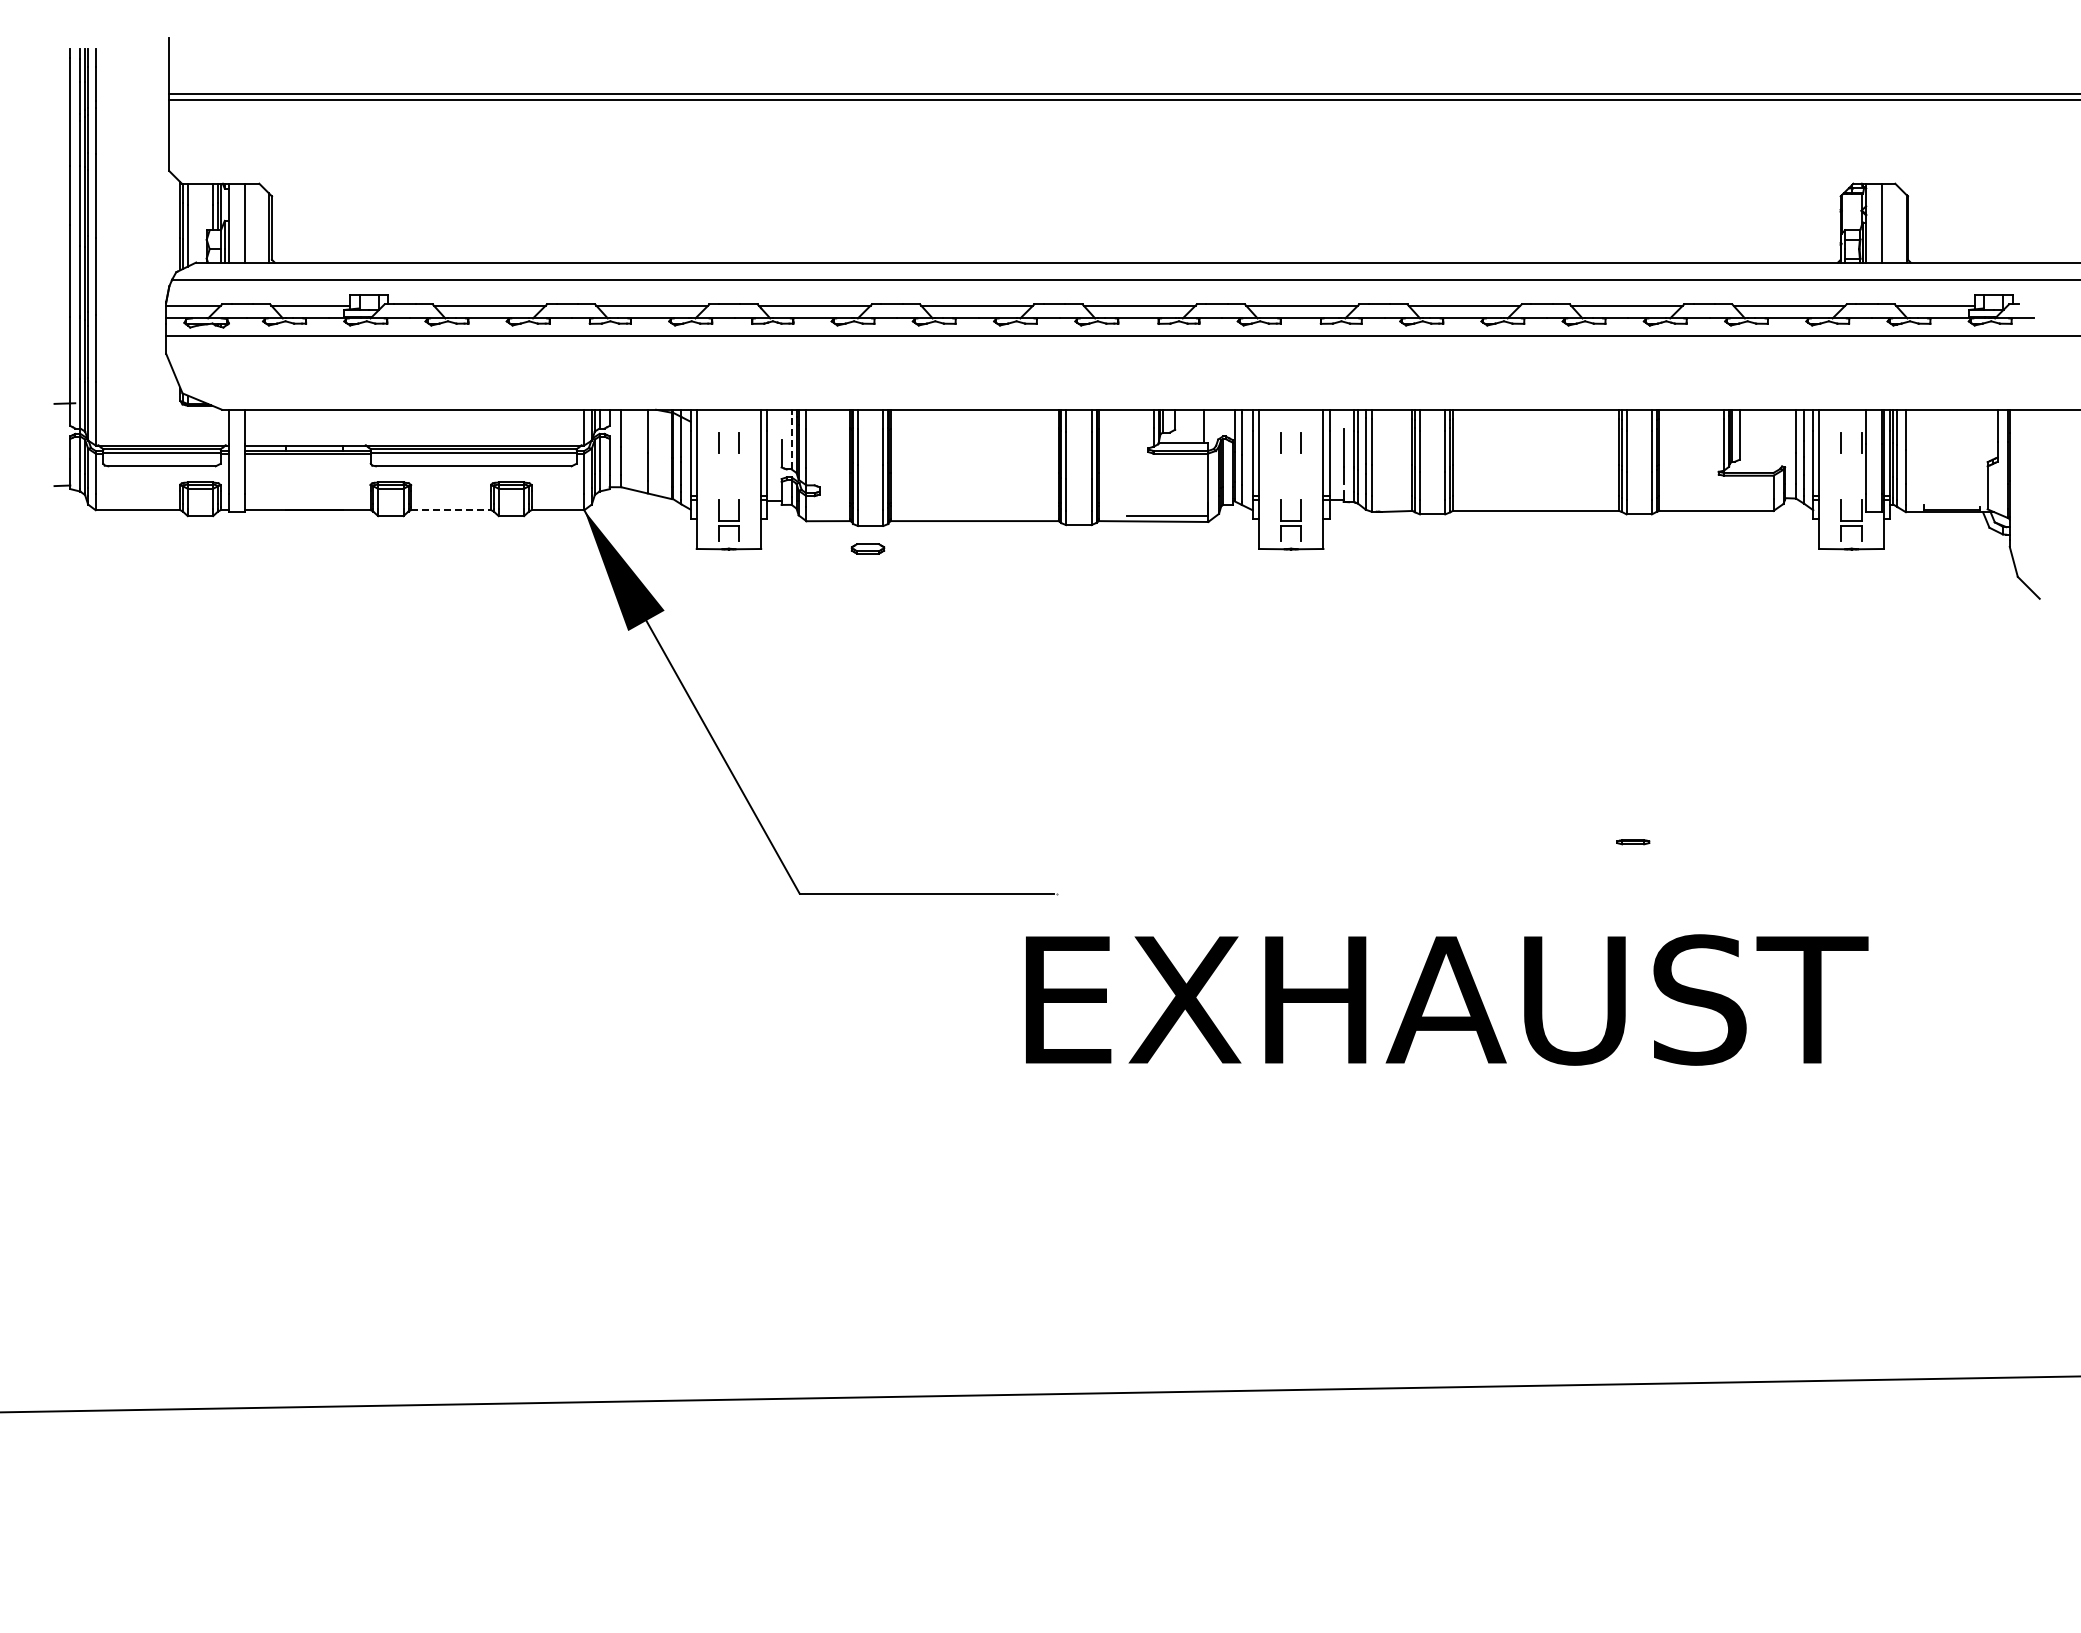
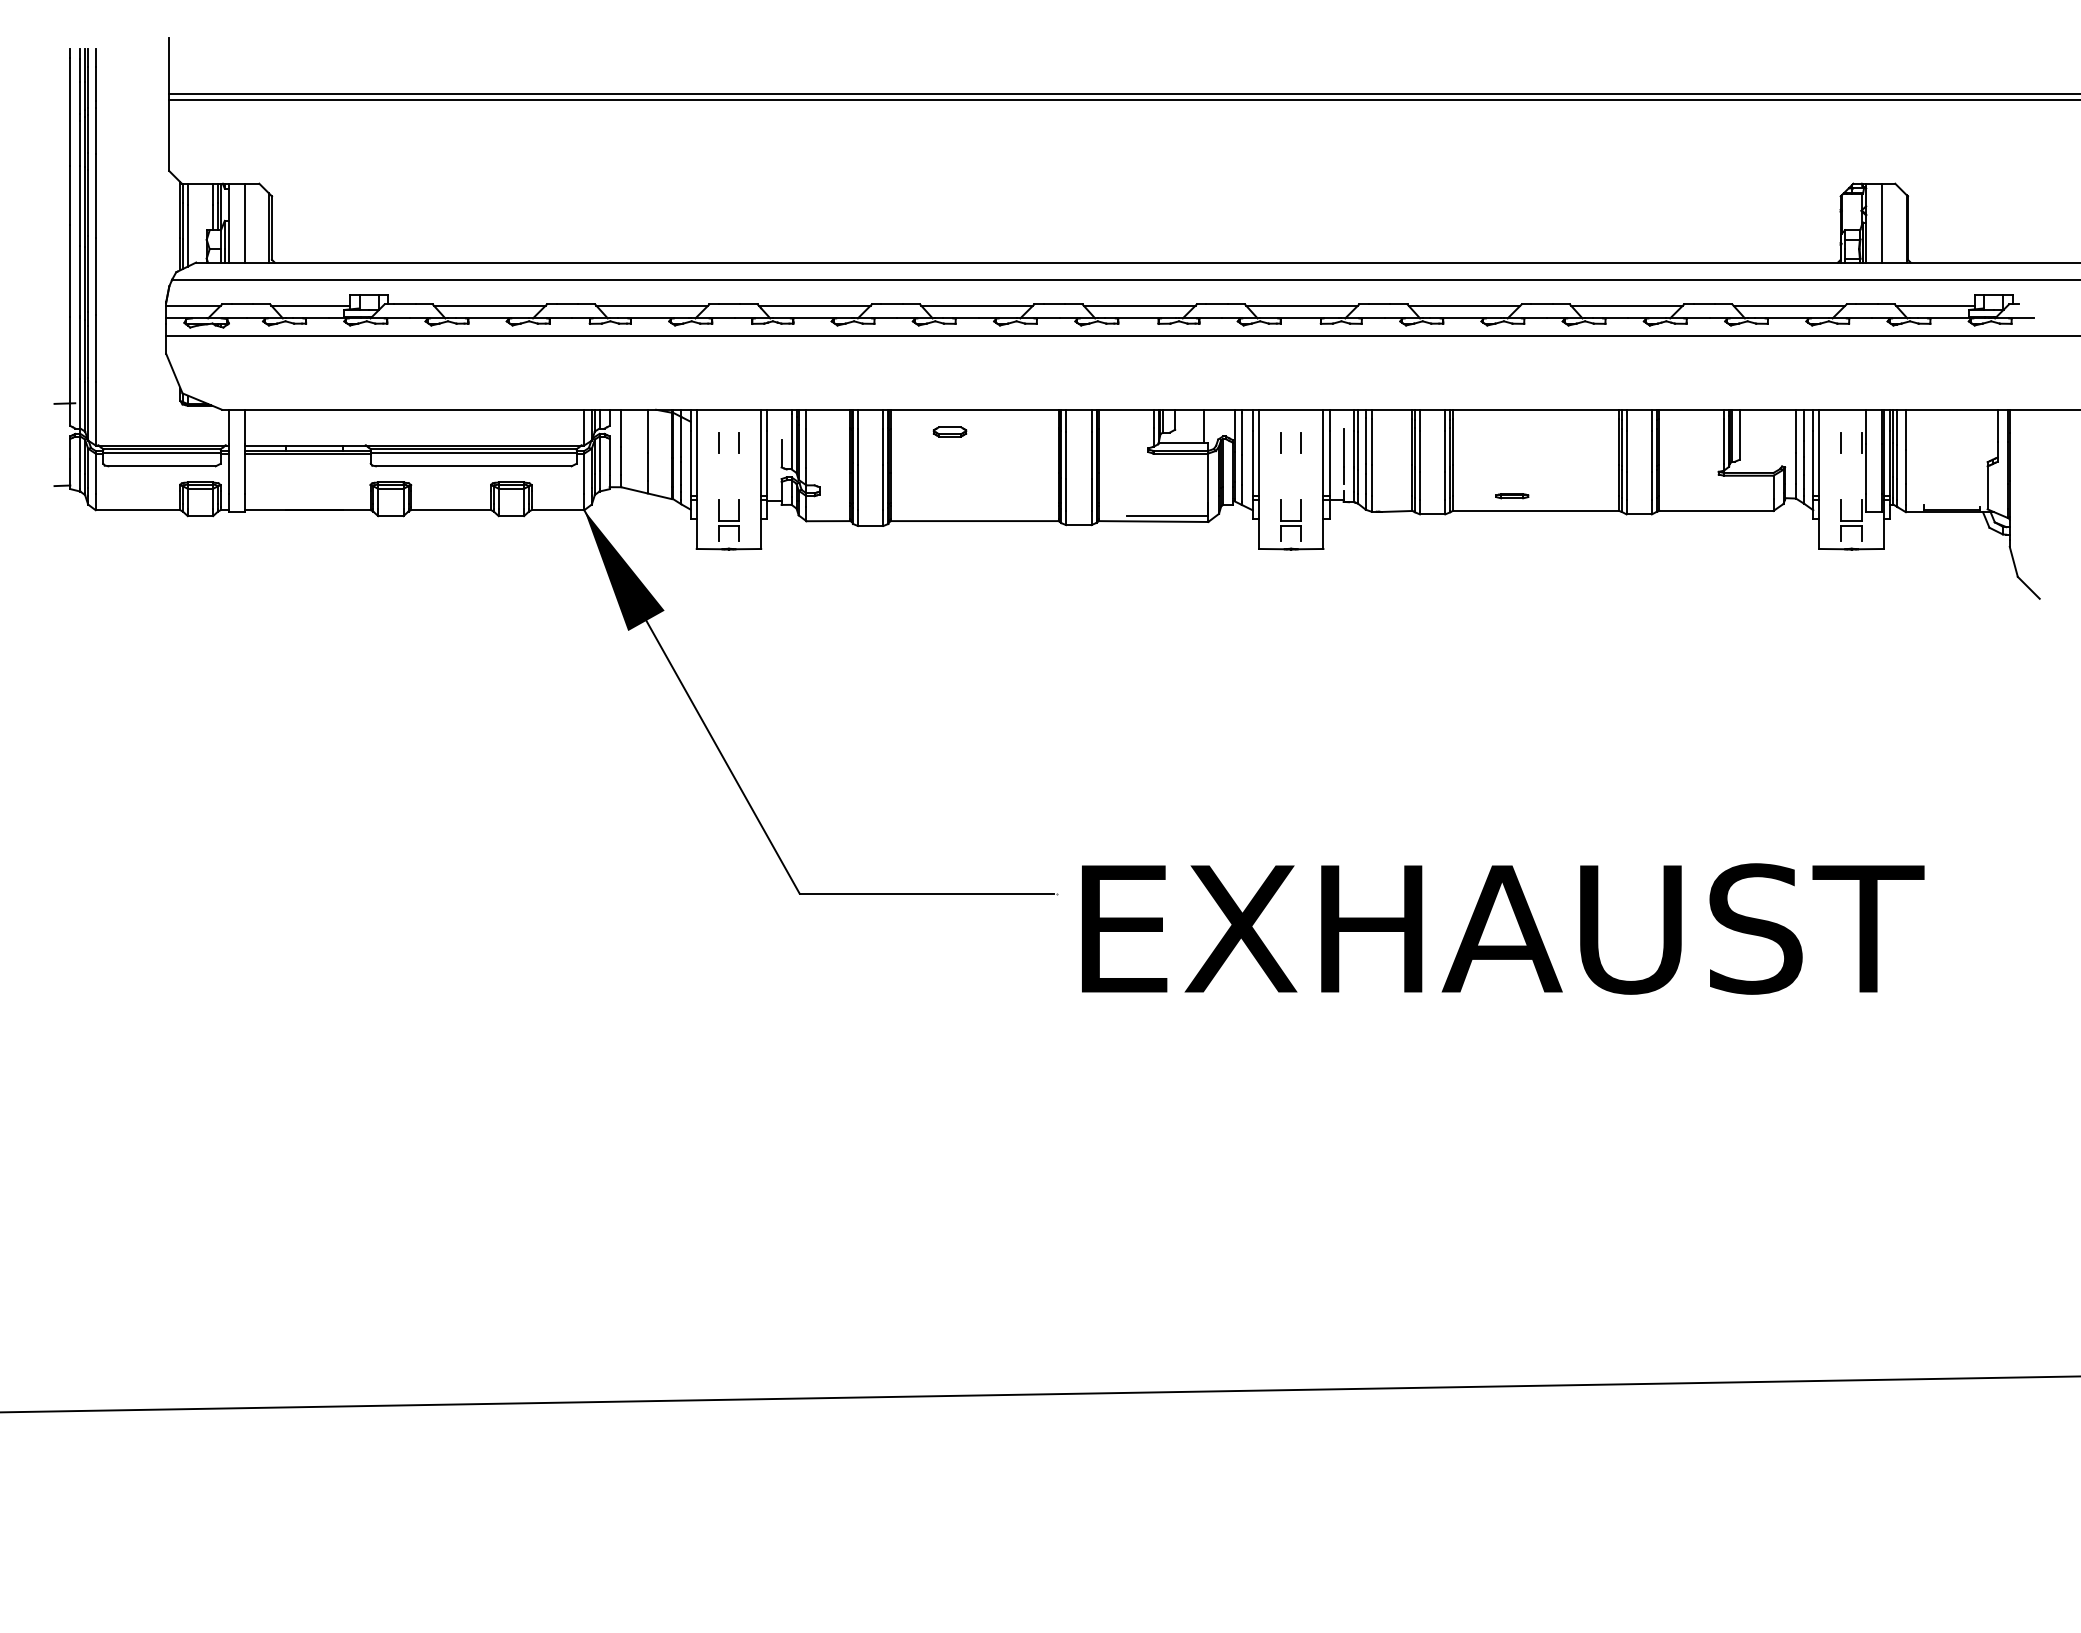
line at (791, 441): dashed -> solid
line at (451, 510): dashed -> solid
part at (867, 548) position: (867, 548) -> (949, 431)
part at (1633, 842) position: (1633, 842) -> (1512, 496)
text at (1447, 999) position: (1447, 999) -> (1503, 928)
